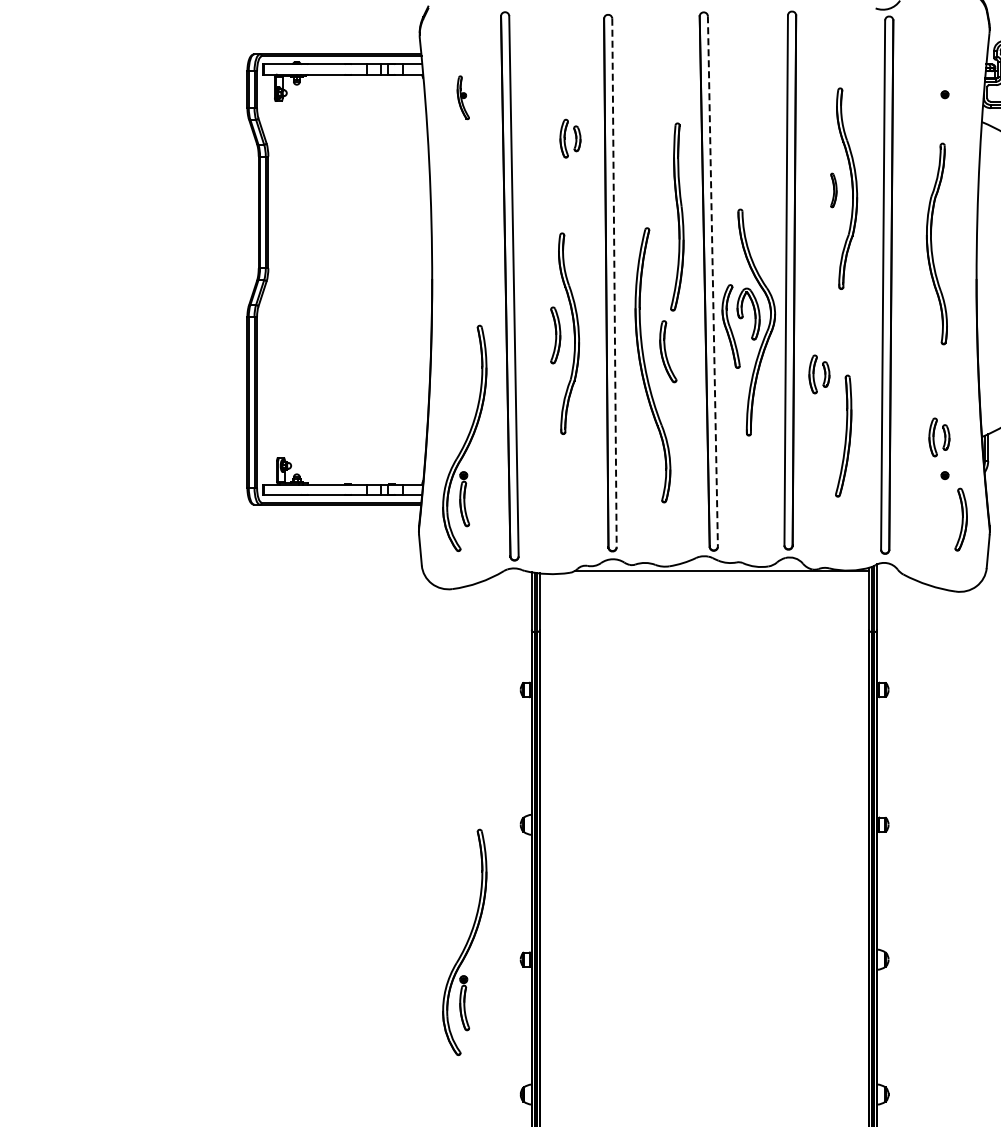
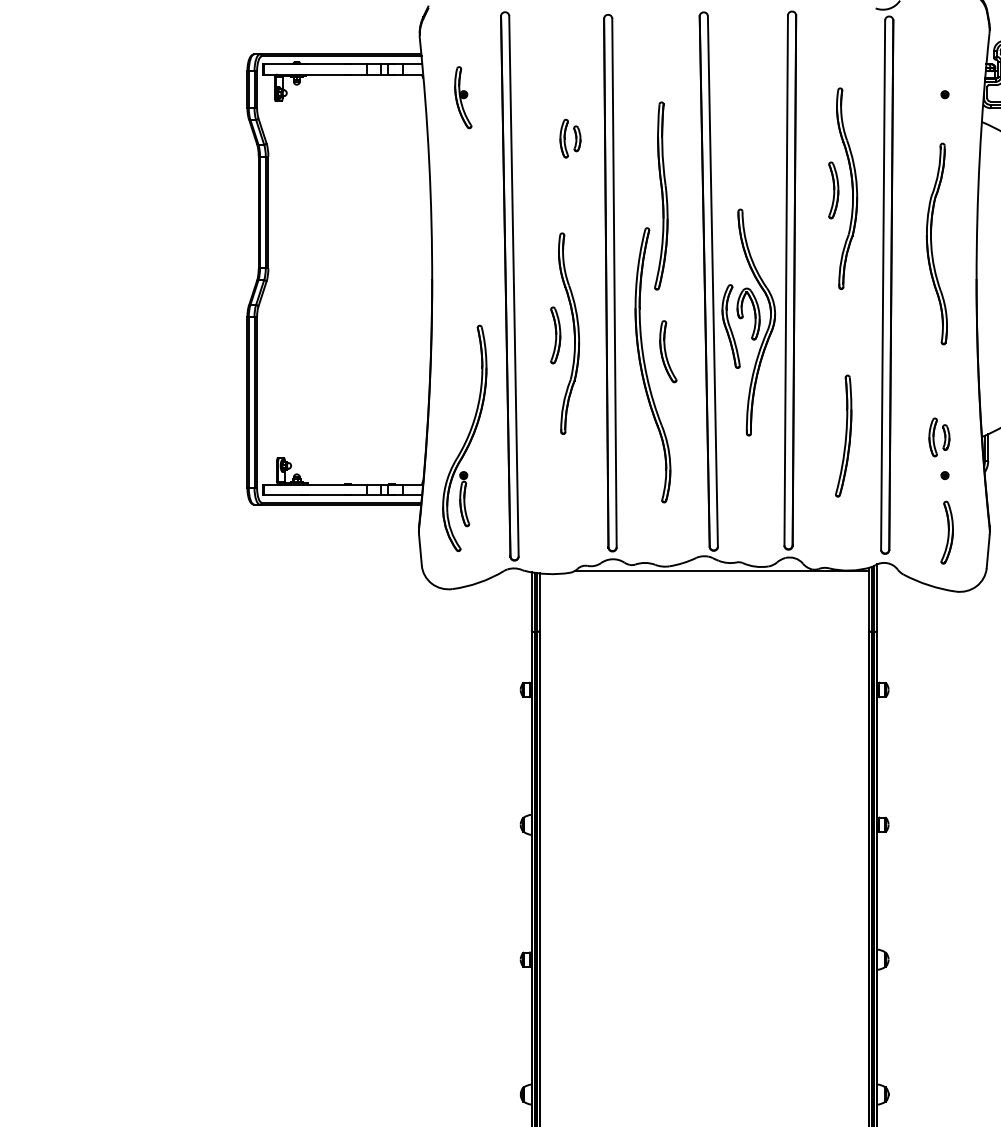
part at (462, 97) size: 14x46 px -> 19x64 px
part at (833, 190) size: 8x37 px -> 12x59 px
part at (677, 216) position: (677, 216) -> (661, 195)
line at (712, 282): dashed -> solid
line at (614, 283): dashed -> solid
part at (819, 374): present -> none
part at (960, 519) position: (960, 519) -> (946, 532)
part at (464, 941): present -> none
